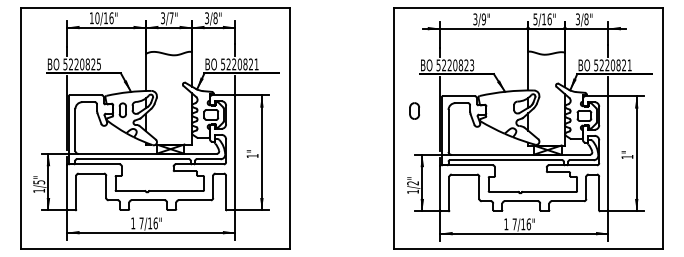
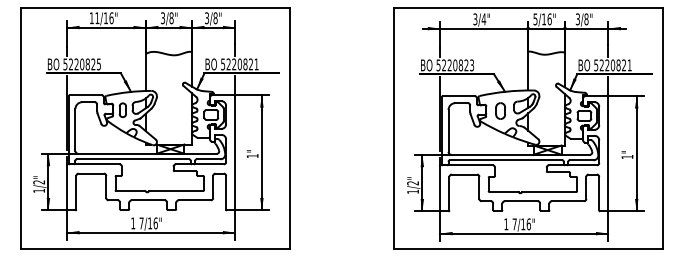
text at (97, 18): 10/16" -> 11/16"
text at (171, 18): 3/7" -> 3/8"
text at (483, 19): 3/9" -> 3/4"
part at (414, 110) position: (414, 110) -> (500, 110)
text at (39, 182): 1/5" -> 1/2"
